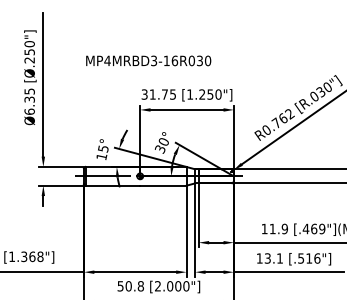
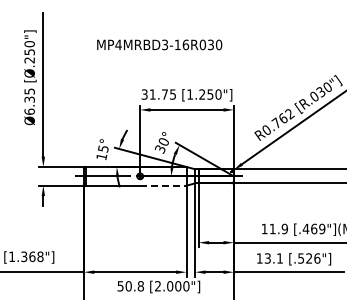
text at (148, 60) position: (148, 60) -> (159, 44)
line at (163, 185): solid -> dashed
text at (308, 258): [.516"] -> [.526"]
